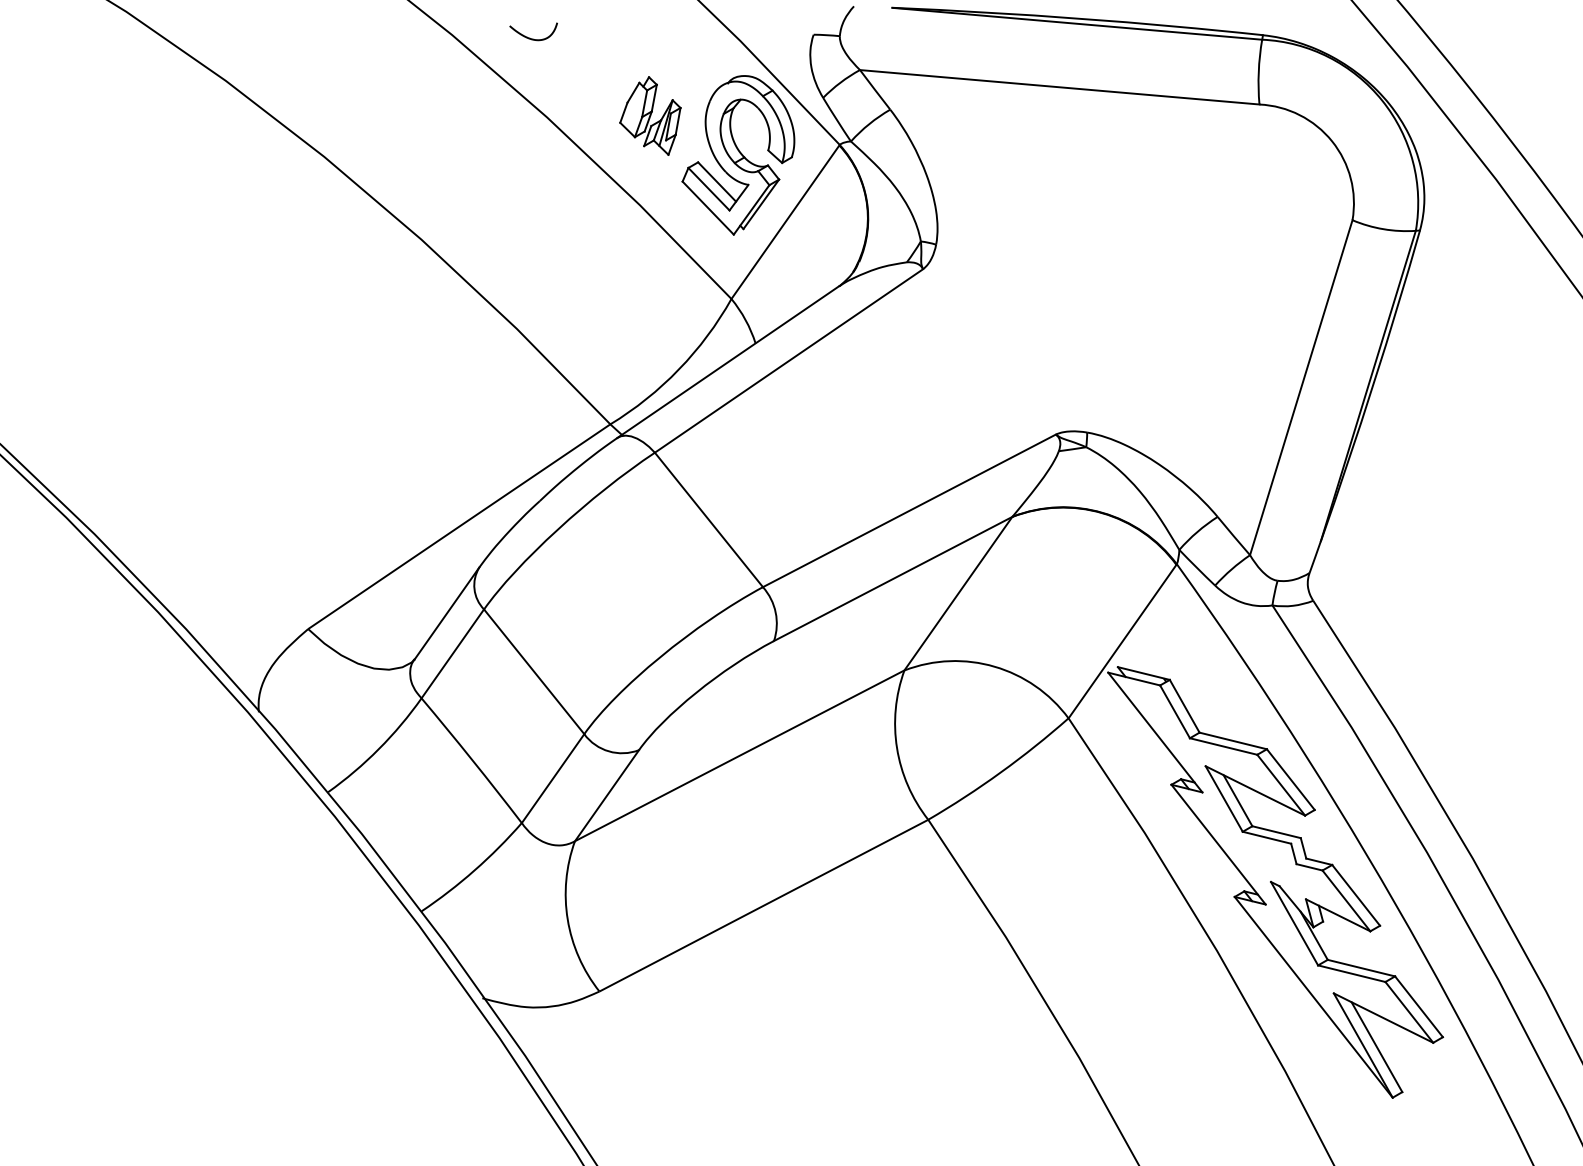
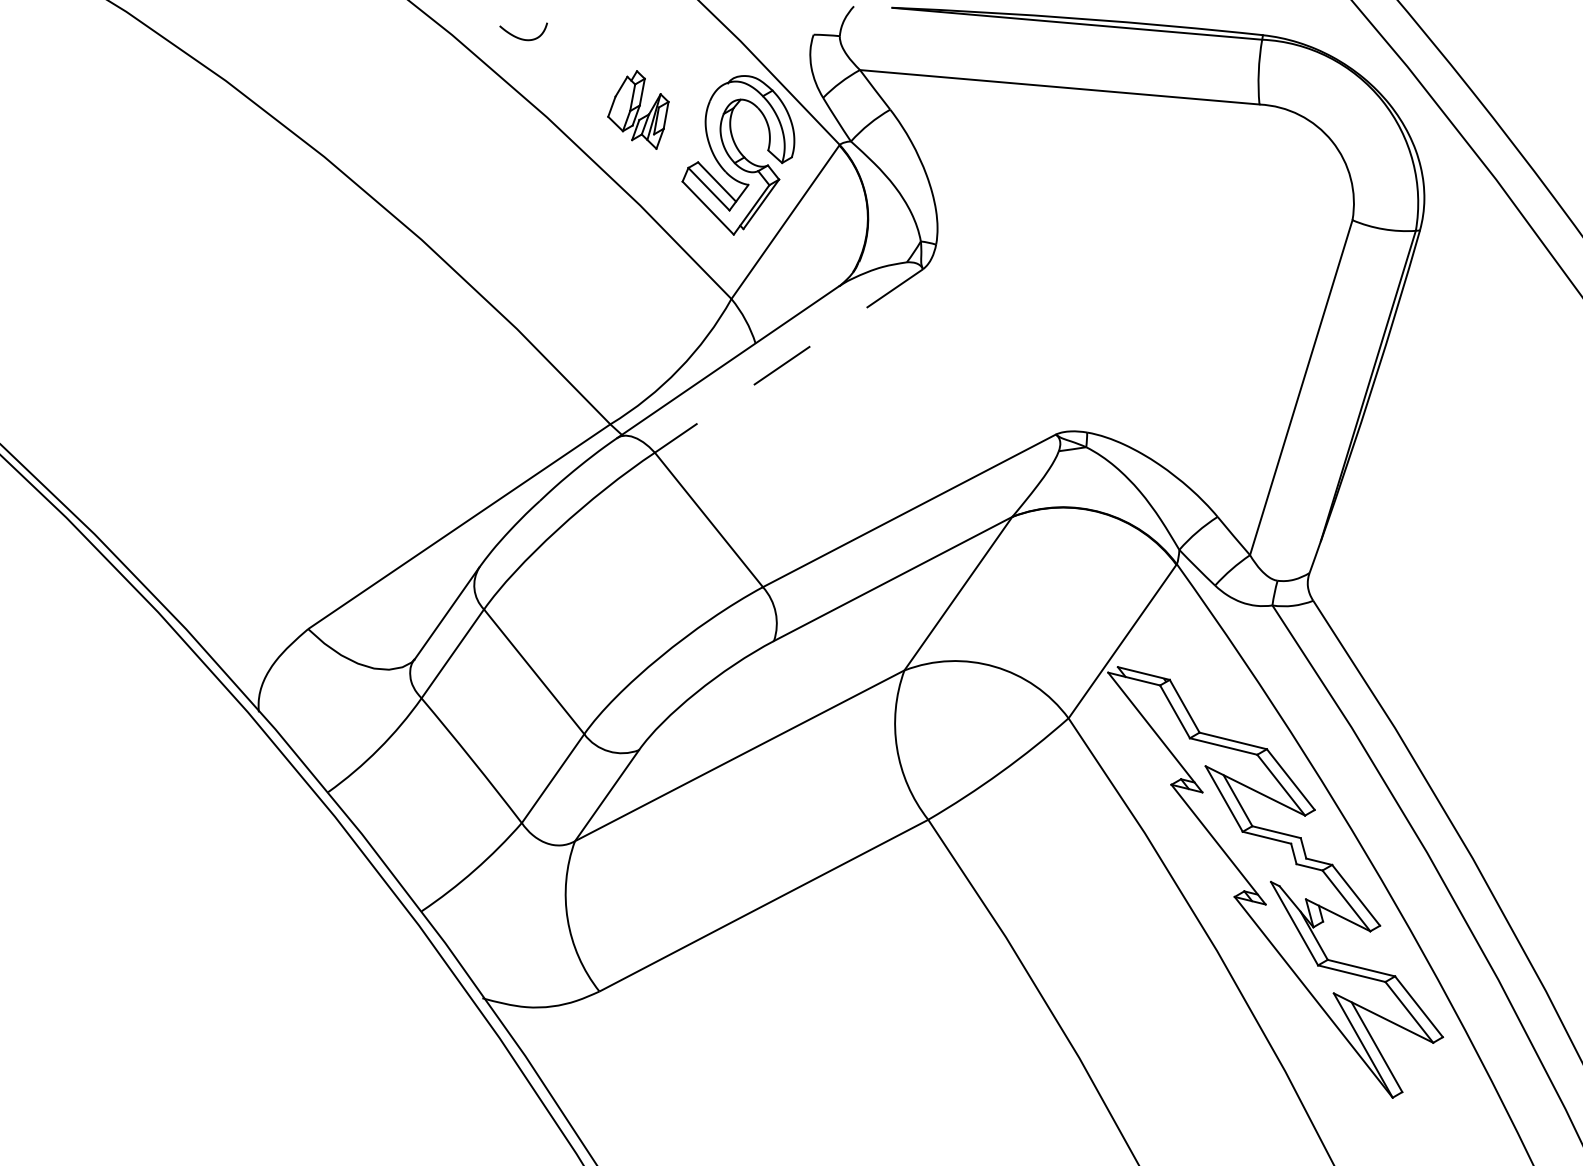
curve at (533, 38) position: (533, 38) -> (523, 38)
part at (650, 115) position: (650, 115) -> (638, 109)
line at (788, 361): solid -> dashed
